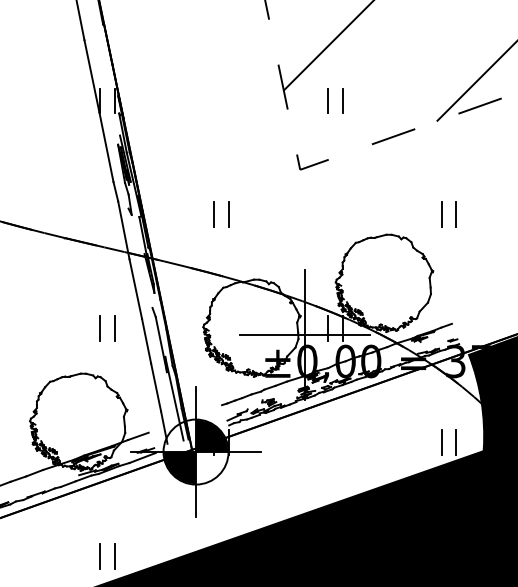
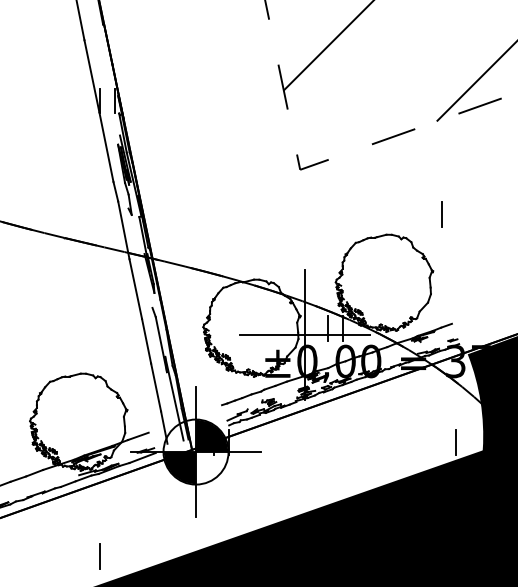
line at (327, 100): present -> none
line at (342, 100): present -> none
line at (213, 214): present -> none
line at (228, 214): present -> none
line at (456, 214): present -> none
line at (100, 328): present -> none
line at (114, 328): present -> none
line at (441, 442): present -> none
line at (114, 555): present -> none
